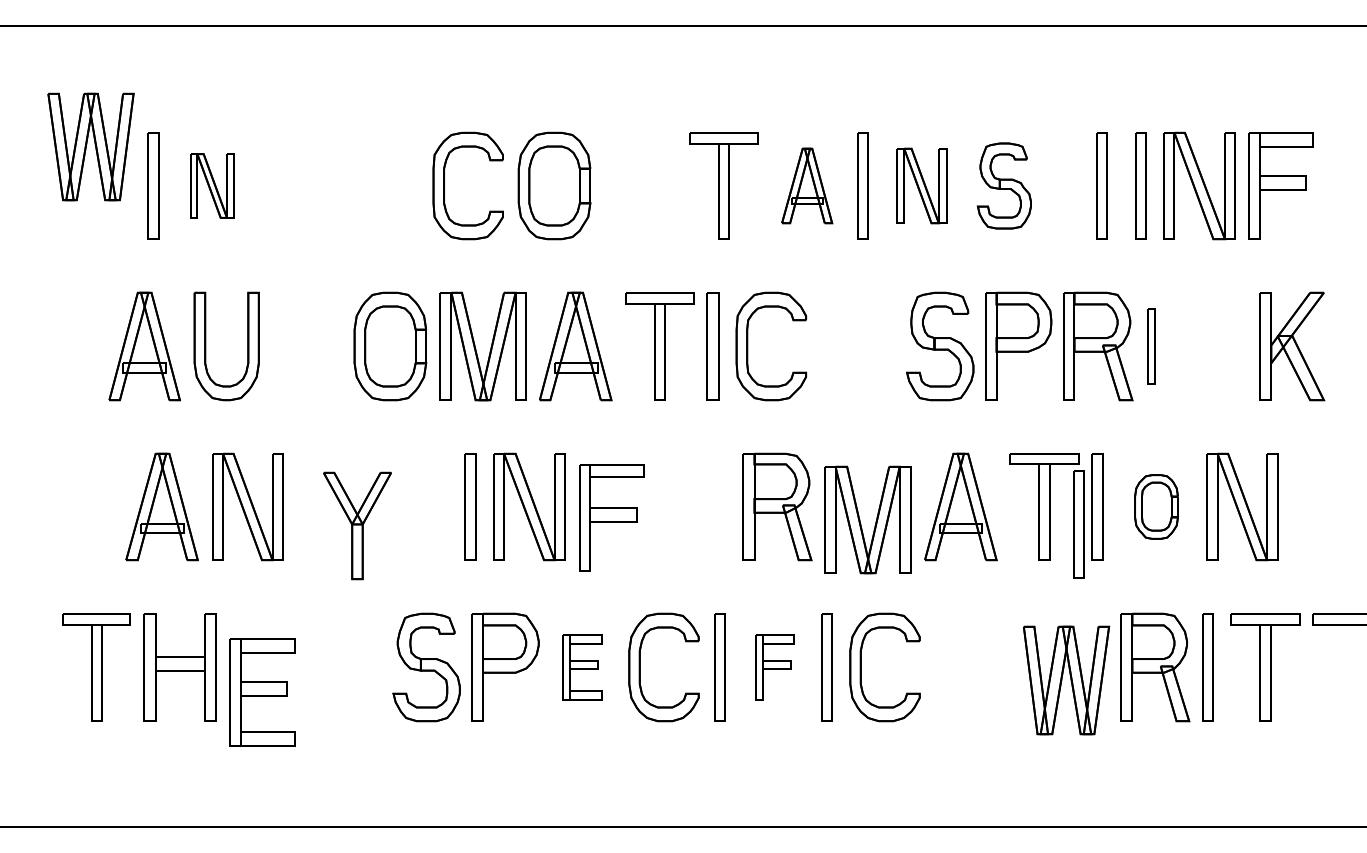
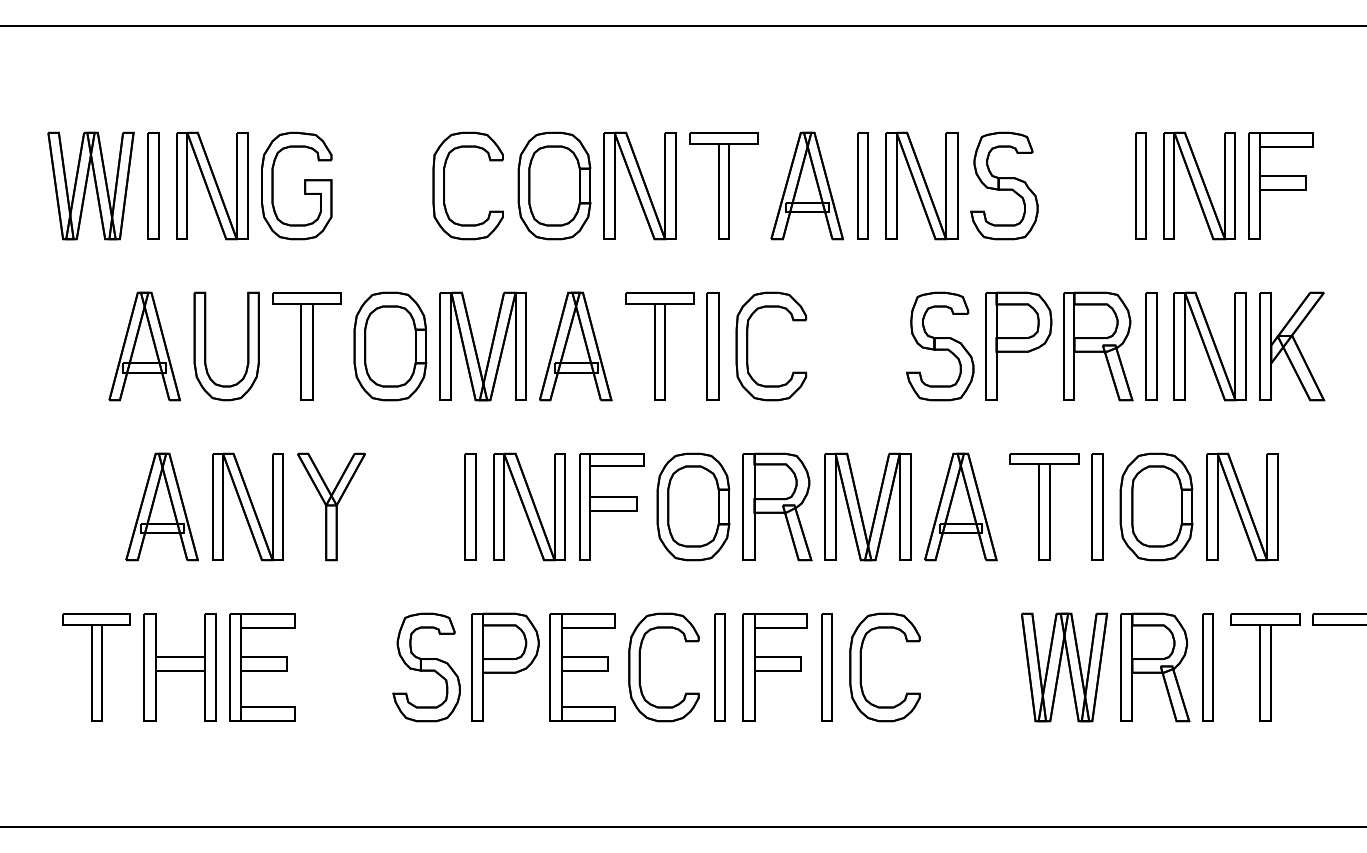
part at (90, 146) position: (90, 146) -> (90, 185)
part at (212, 185) size: 45x66 px -> 73x110 px
part at (304, 185): none -> present
part at (639, 185): none -> present
part at (807, 185) size: 53x78 px -> 74x110 px
part at (921, 185) size: 52x78 px -> 74x110 px
part at (1003, 185) size: 56x88 px -> 69x110 px
part at (1101, 185): present -> none
part at (306, 346): none -> present
part at (1151, 346) size: 9x77 px -> 13x109 px
part at (1209, 346): none -> present
part at (693, 506): none -> present
part at (1156, 506) size: 45x66 px -> 75x110 px
part at (611, 517) position: (611, 517) -> (611, 506)
part at (860, 519) position: (860, 519) -> (860, 506)
part at (1078, 524): present -> none
part at (357, 525) position: (357, 525) -> (331, 506)
part at (582, 667) size: 41x67 px -> 67x109 px
part at (774, 667) size: 40x67 px -> 66x109 px
part at (1066, 680) position: (1066, 680) -> (1064, 667)
part at (262, 692) position: (262, 692) -> (262, 667)
